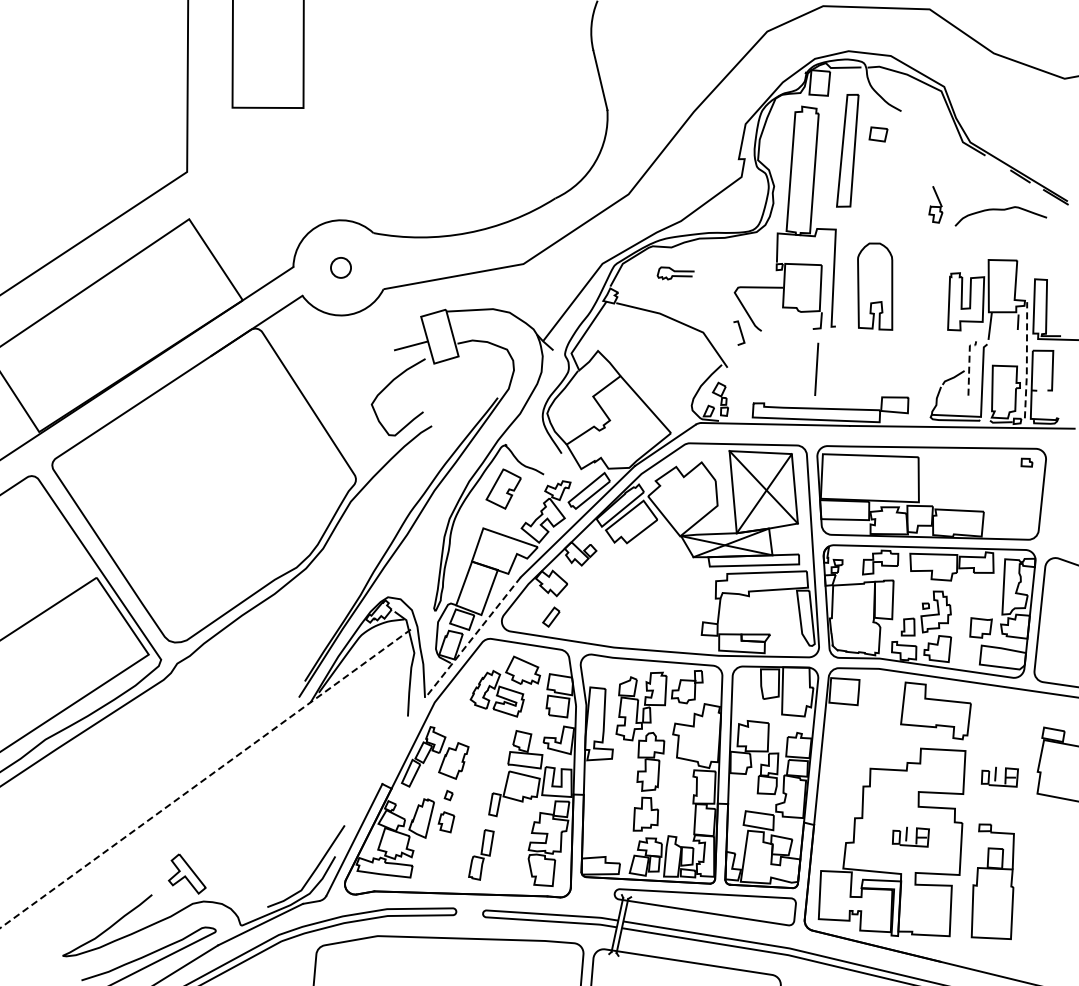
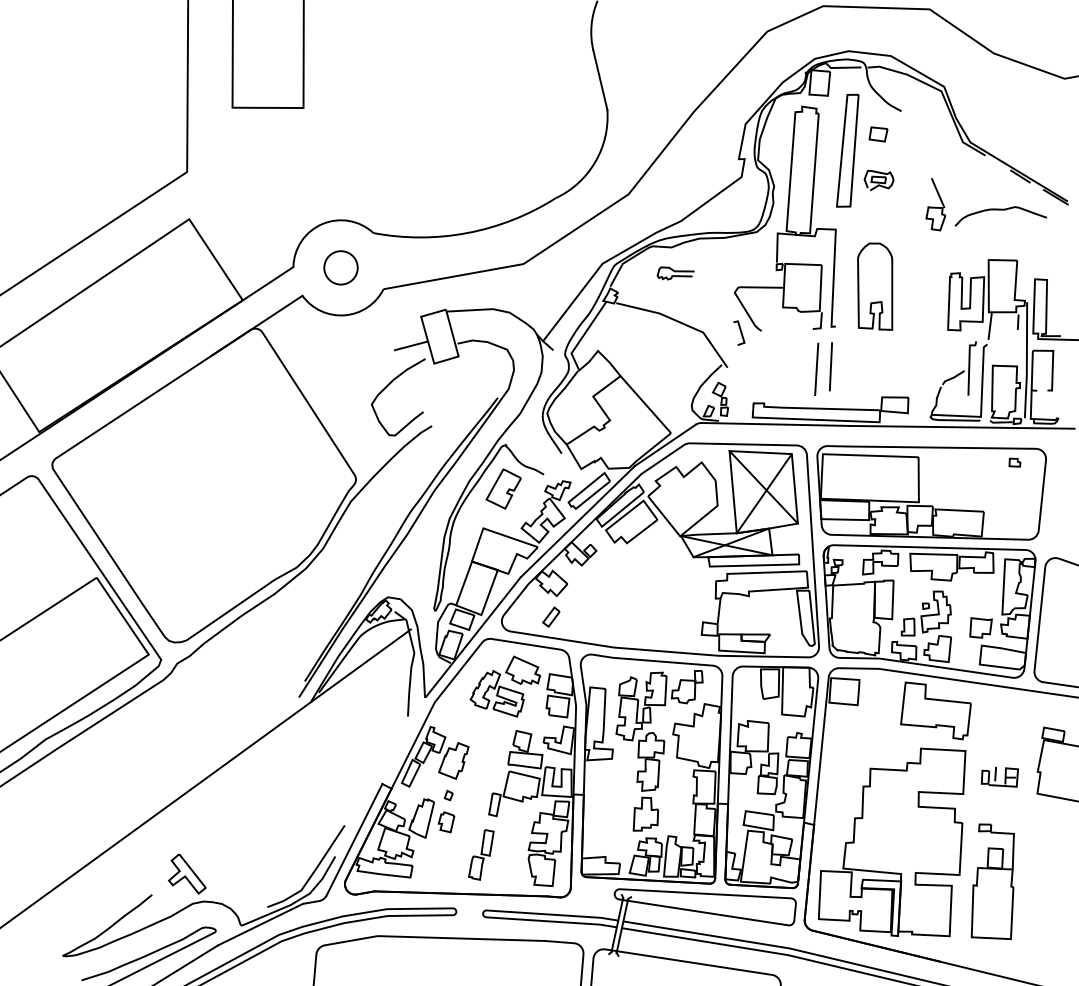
part at (878, 180): none -> present
part at (935, 204) size: 16x38 px -> 22x54 px
circle at (341, 267) diameter: 20 px -> 33 px
line at (1026, 360): dashed -> solid
line at (969, 364): dashed -> solid
line at (830, 366): none -> present
part at (1026, 462) position: (1026, 462) -> (1014, 462)
line at (473, 637): dashed -> solid
line at (205, 778): dashed -> solid
part at (910, 836): present -> none
